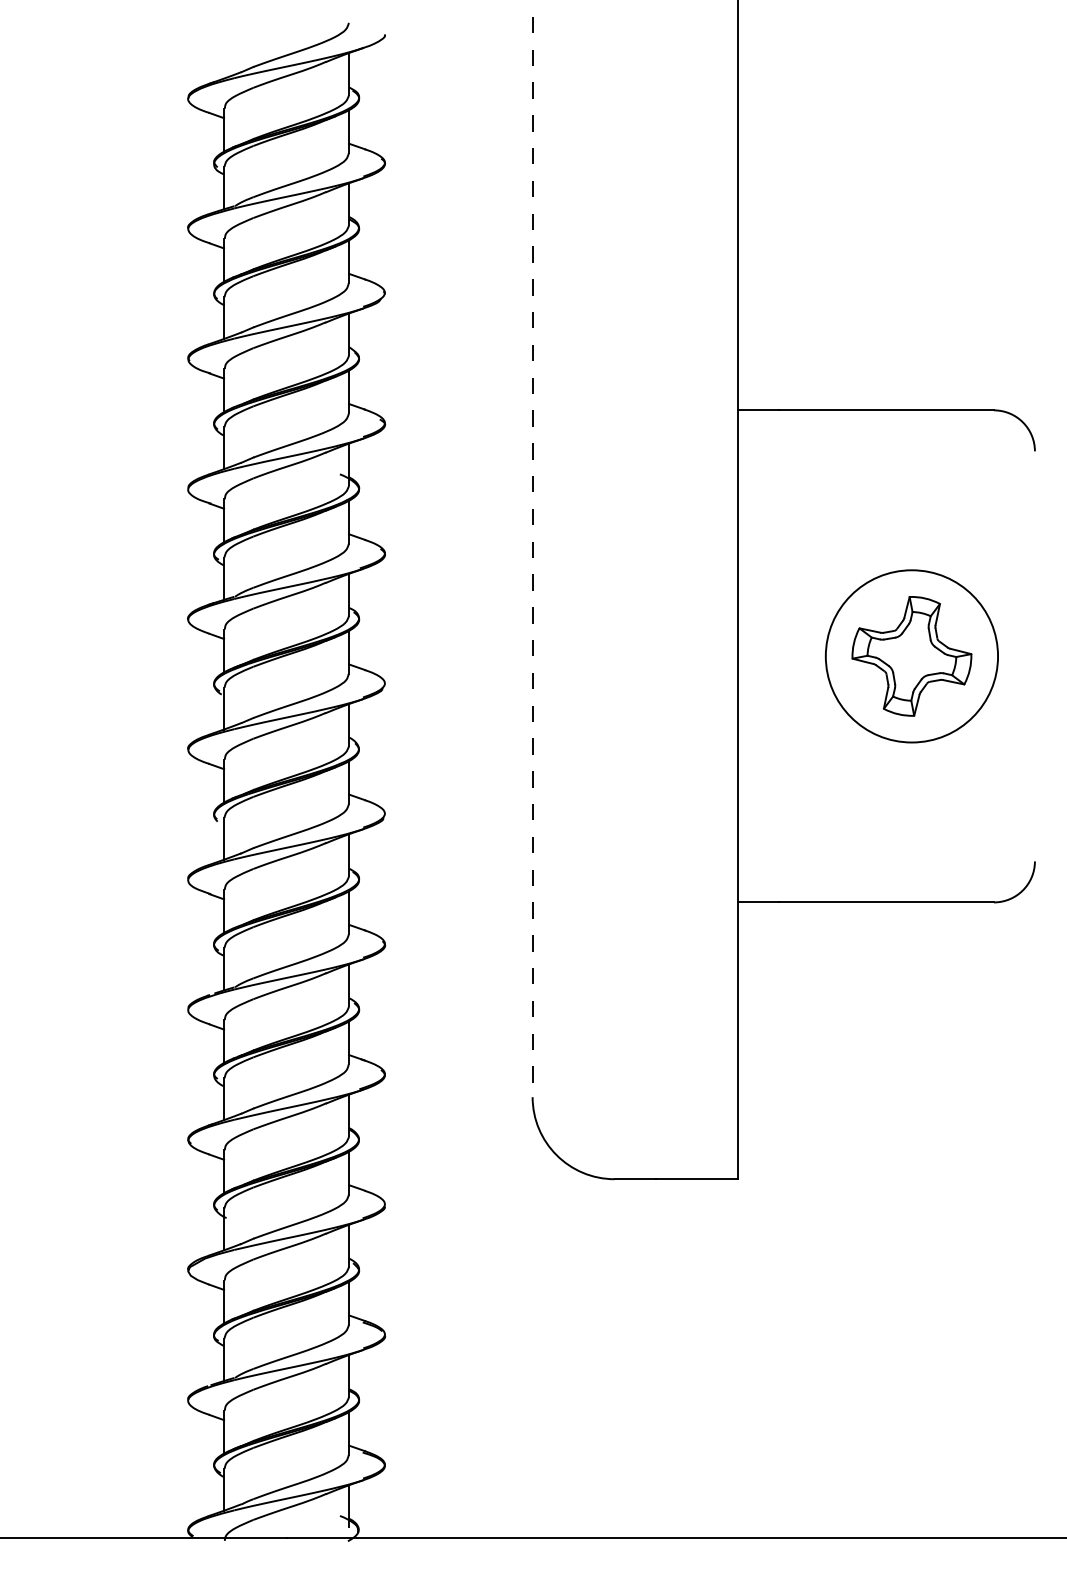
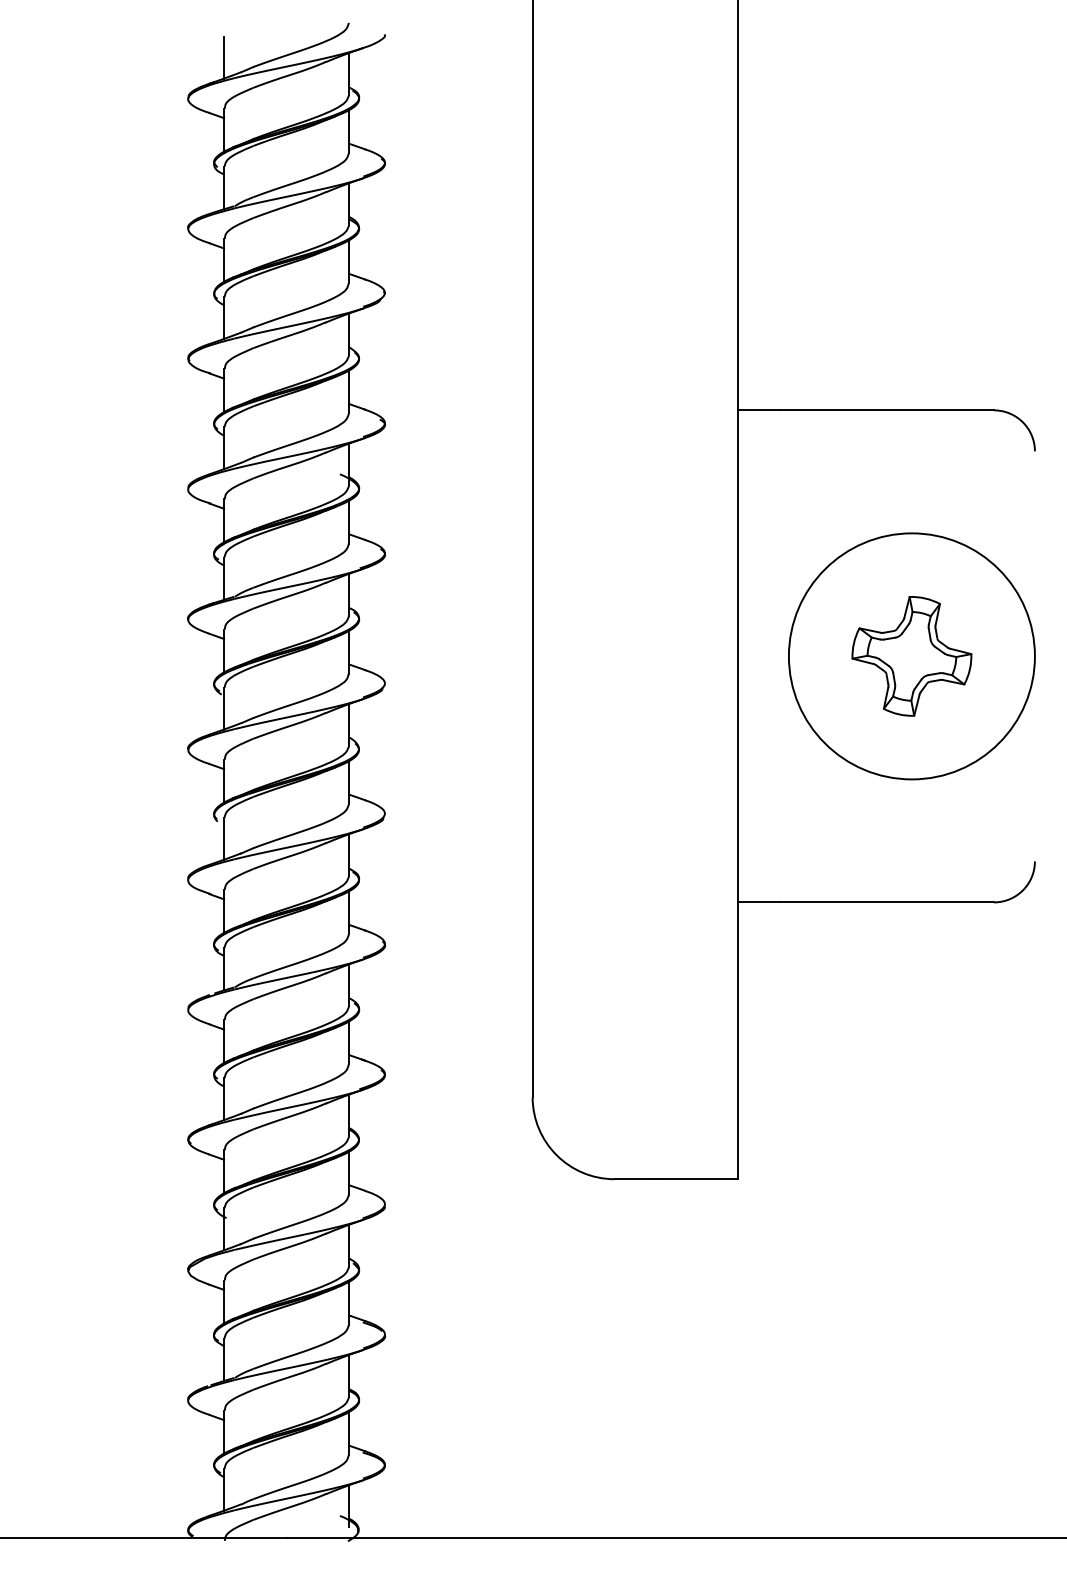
line at (224, 57): none -> present
line at (532, 549): dashed -> solid
circle at (911, 656) diameter: 172 px -> 246 px
